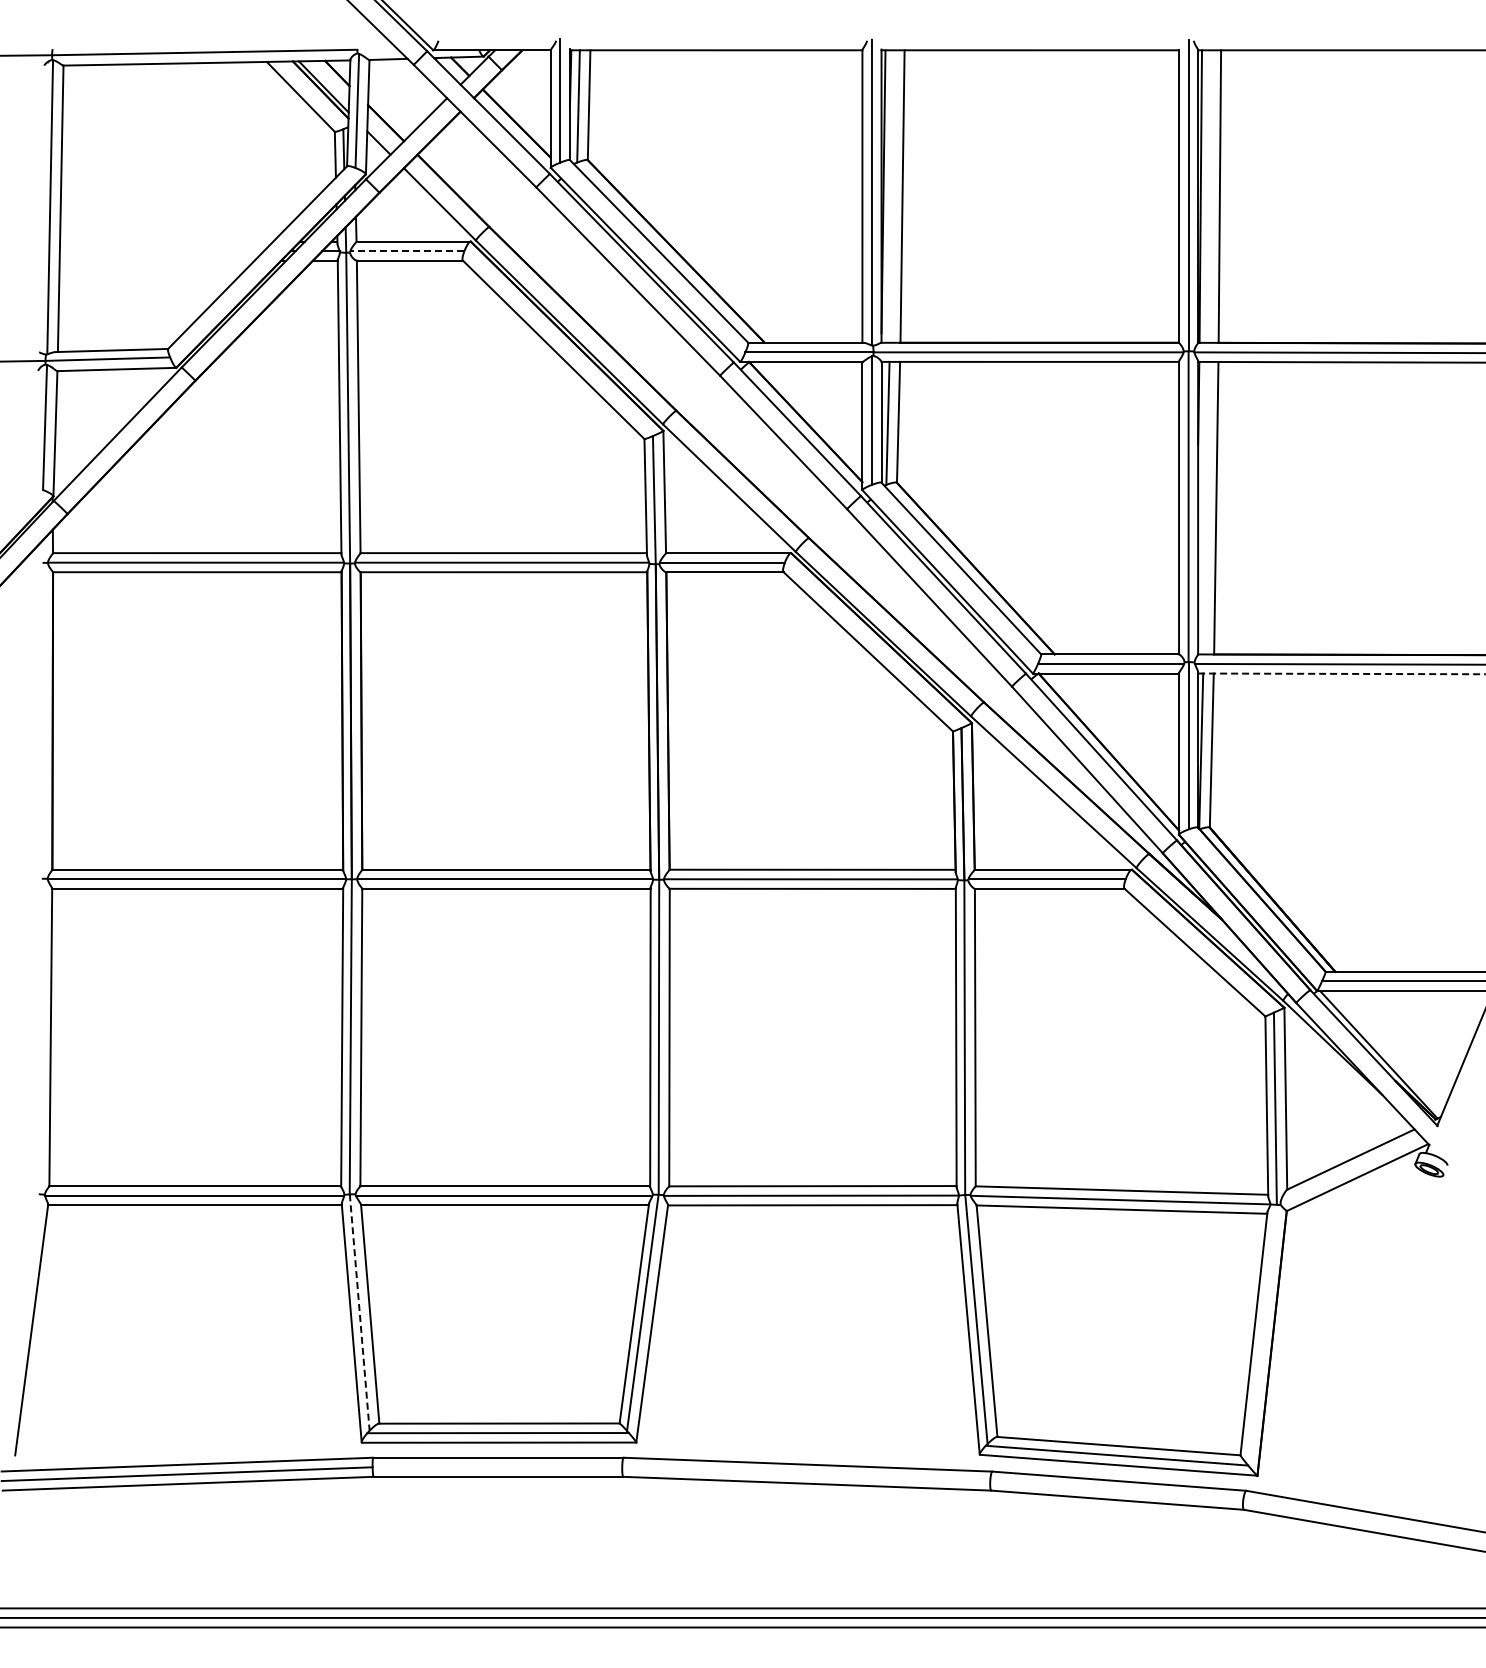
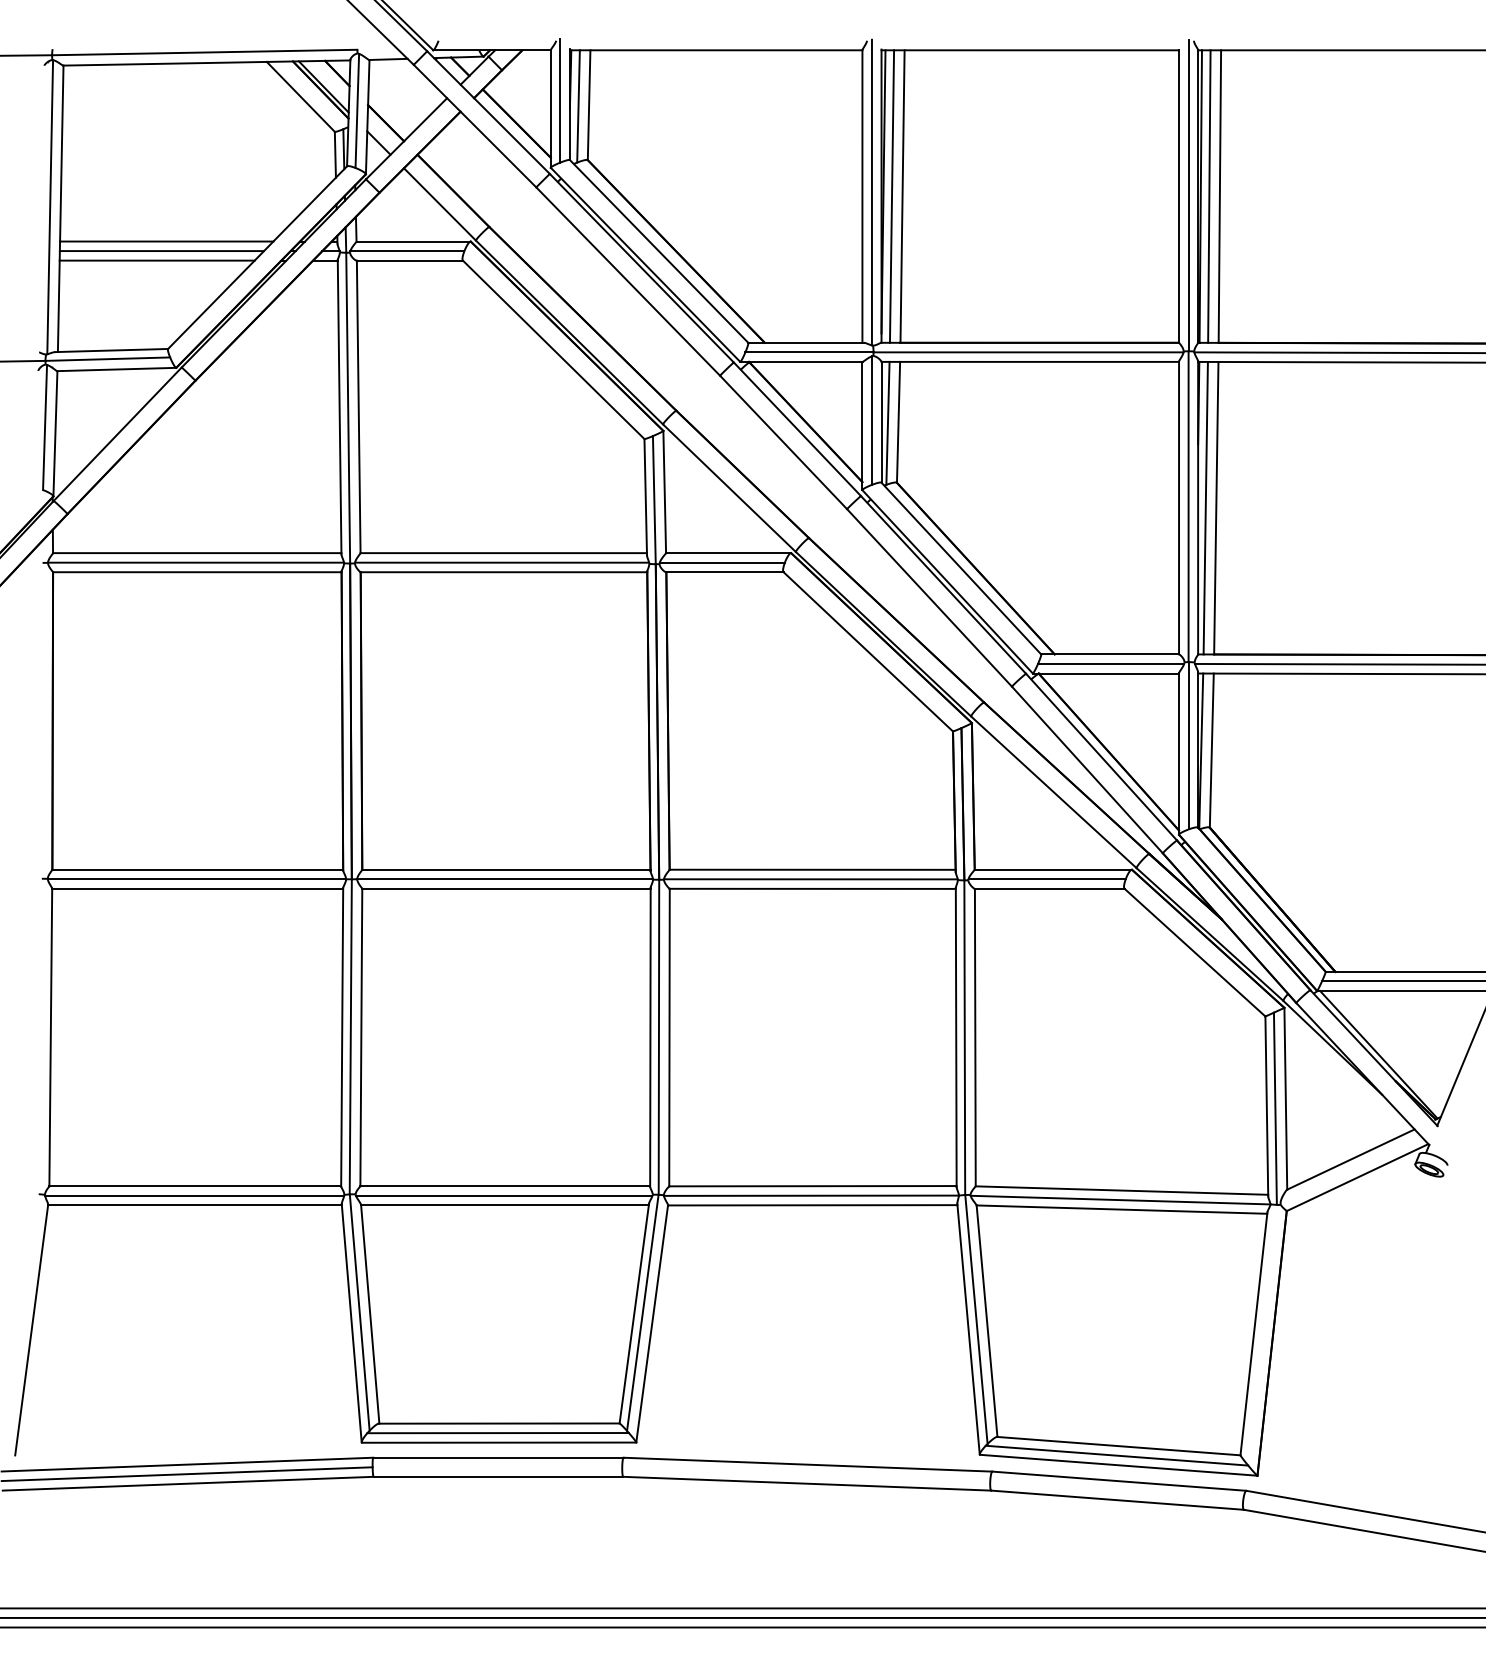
line at (891, 196): none -> present
line at (1209, 196): none -> present
line at (166, 241): none -> present
line at (161, 251): none -> present
line at (406, 251): dashed -> solid
line at (156, 260): none -> present
line at (1205, 507): none -> present
line at (1342, 673): dashed -> solid
line at (359, 1312): dashed -> solid
